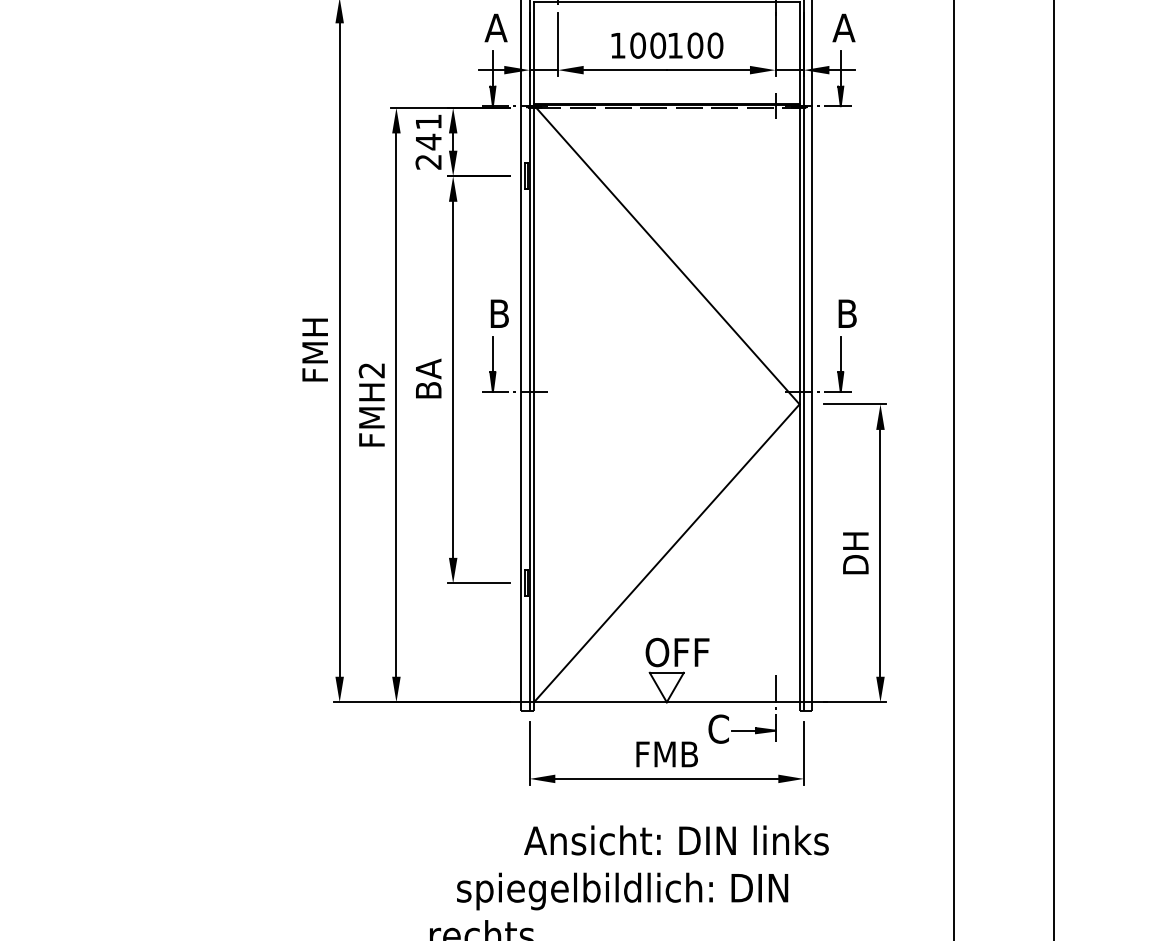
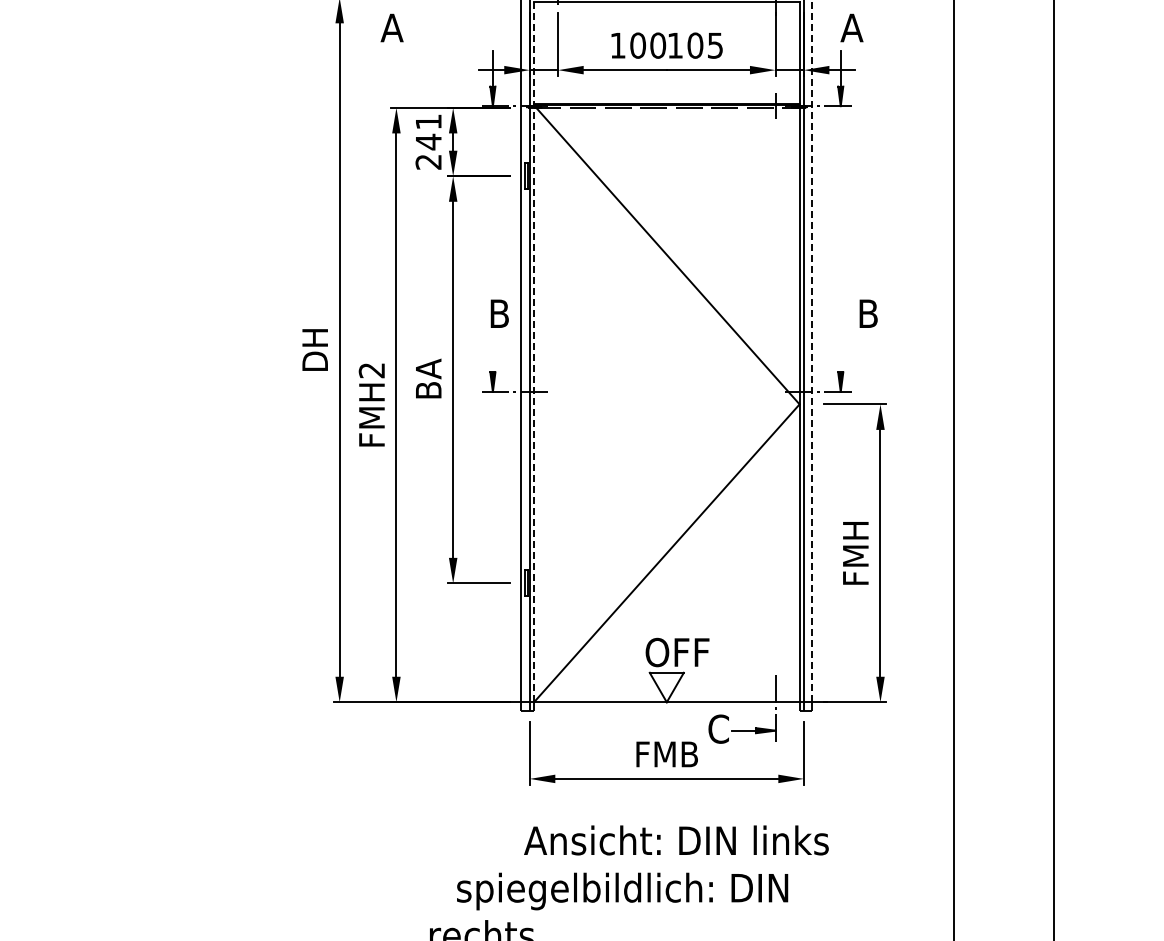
text at (495, 27) position: (495, 27) -> (391, 27)
text at (843, 27) position: (843, 27) -> (851, 27)
text at (715, 45): 100 -> 105
text at (847, 313) position: (847, 313) -> (868, 313)
text at (314, 349): FMH -> DH
line at (812, 350): solid -> dashed
line at (534, 351): solid -> dashed
line at (492, 354): present -> none
line at (840, 354): present -> none
text at (855, 553): DH -> FMH
